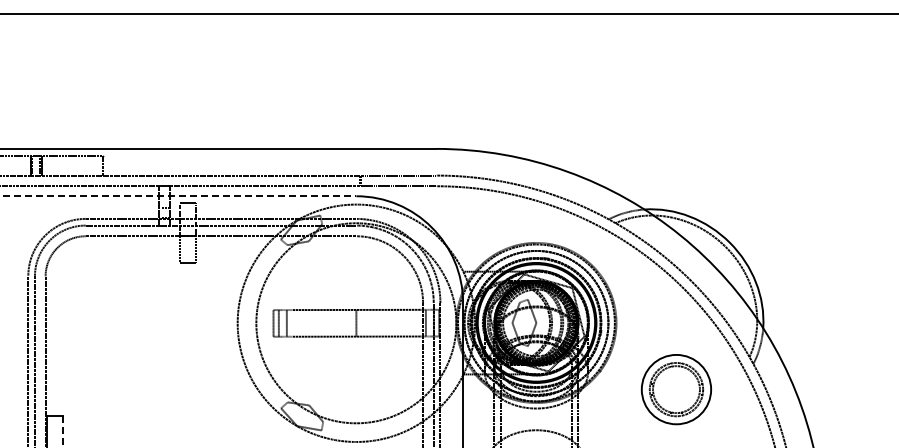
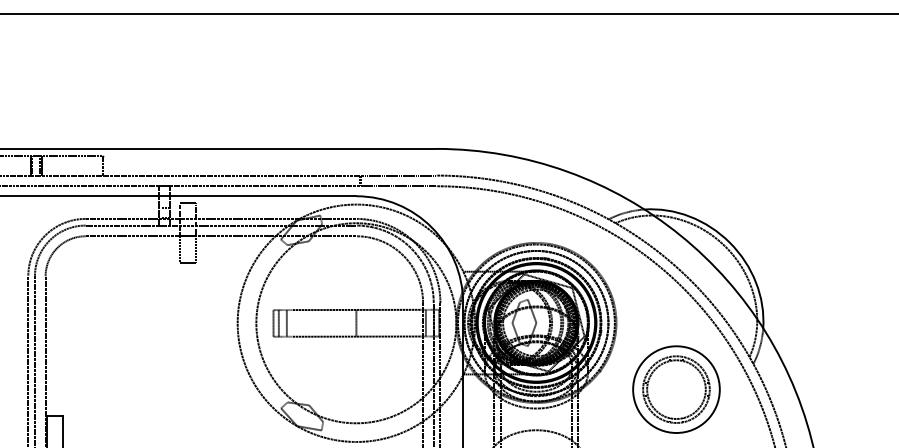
line at (178, 196): dashed -> solid
part at (675, 389) size: 72x72 px -> 89x89 px
line at (62, 431): dashed -> solid
